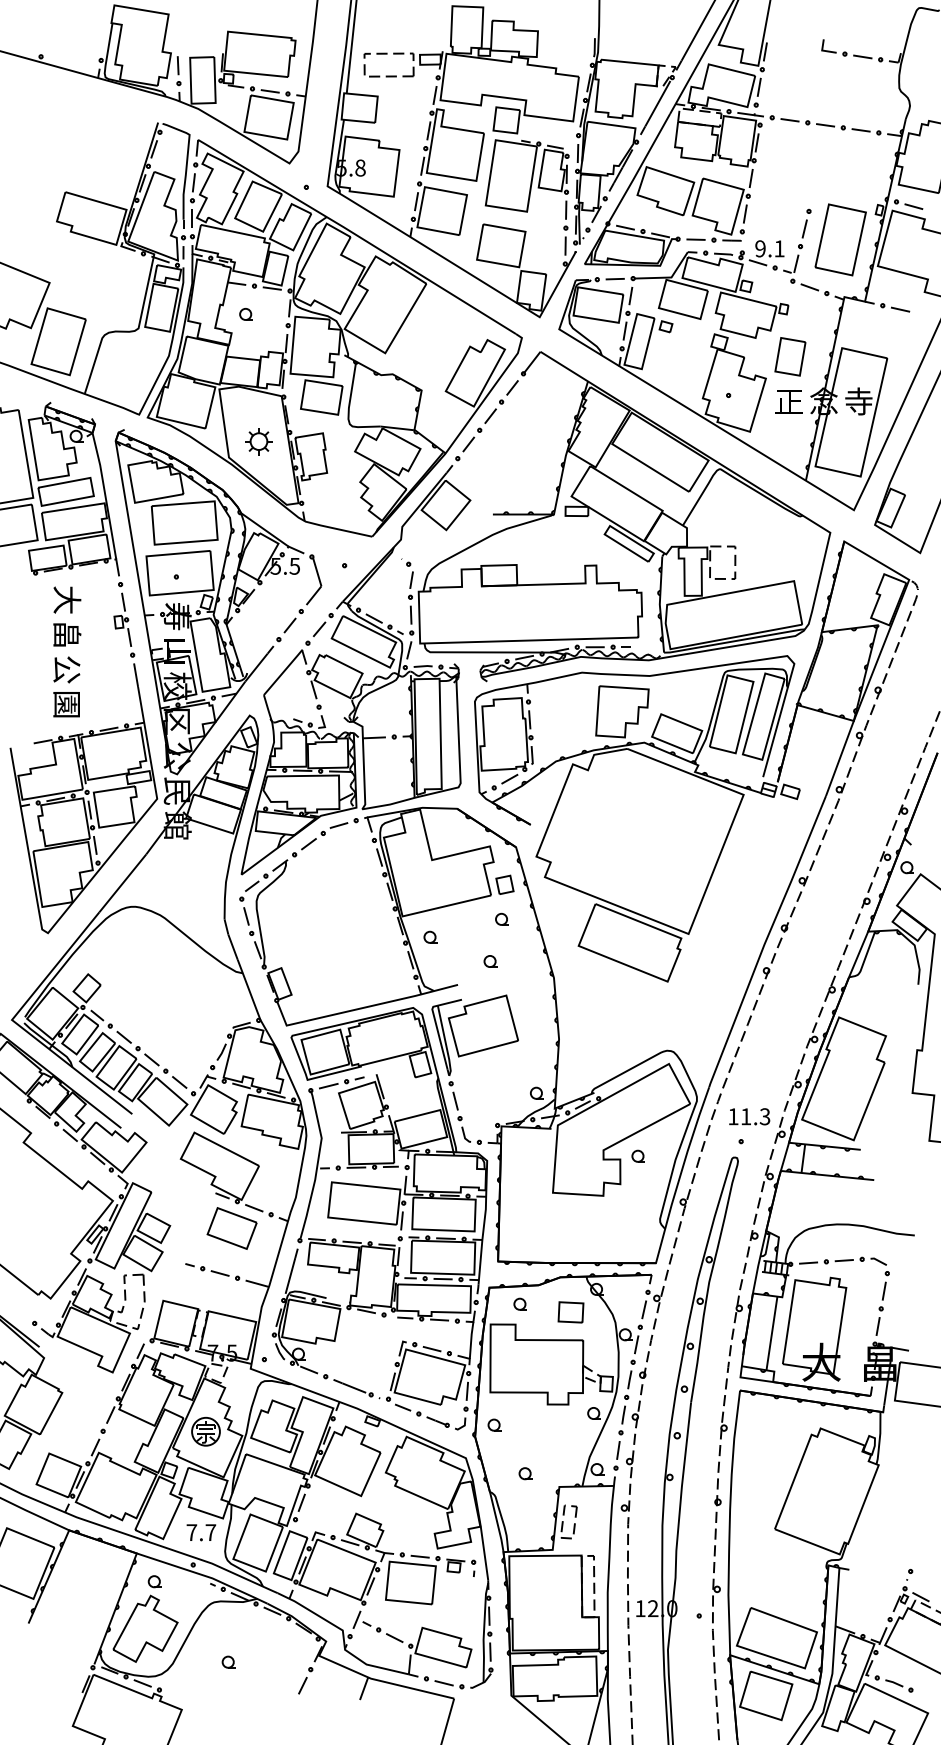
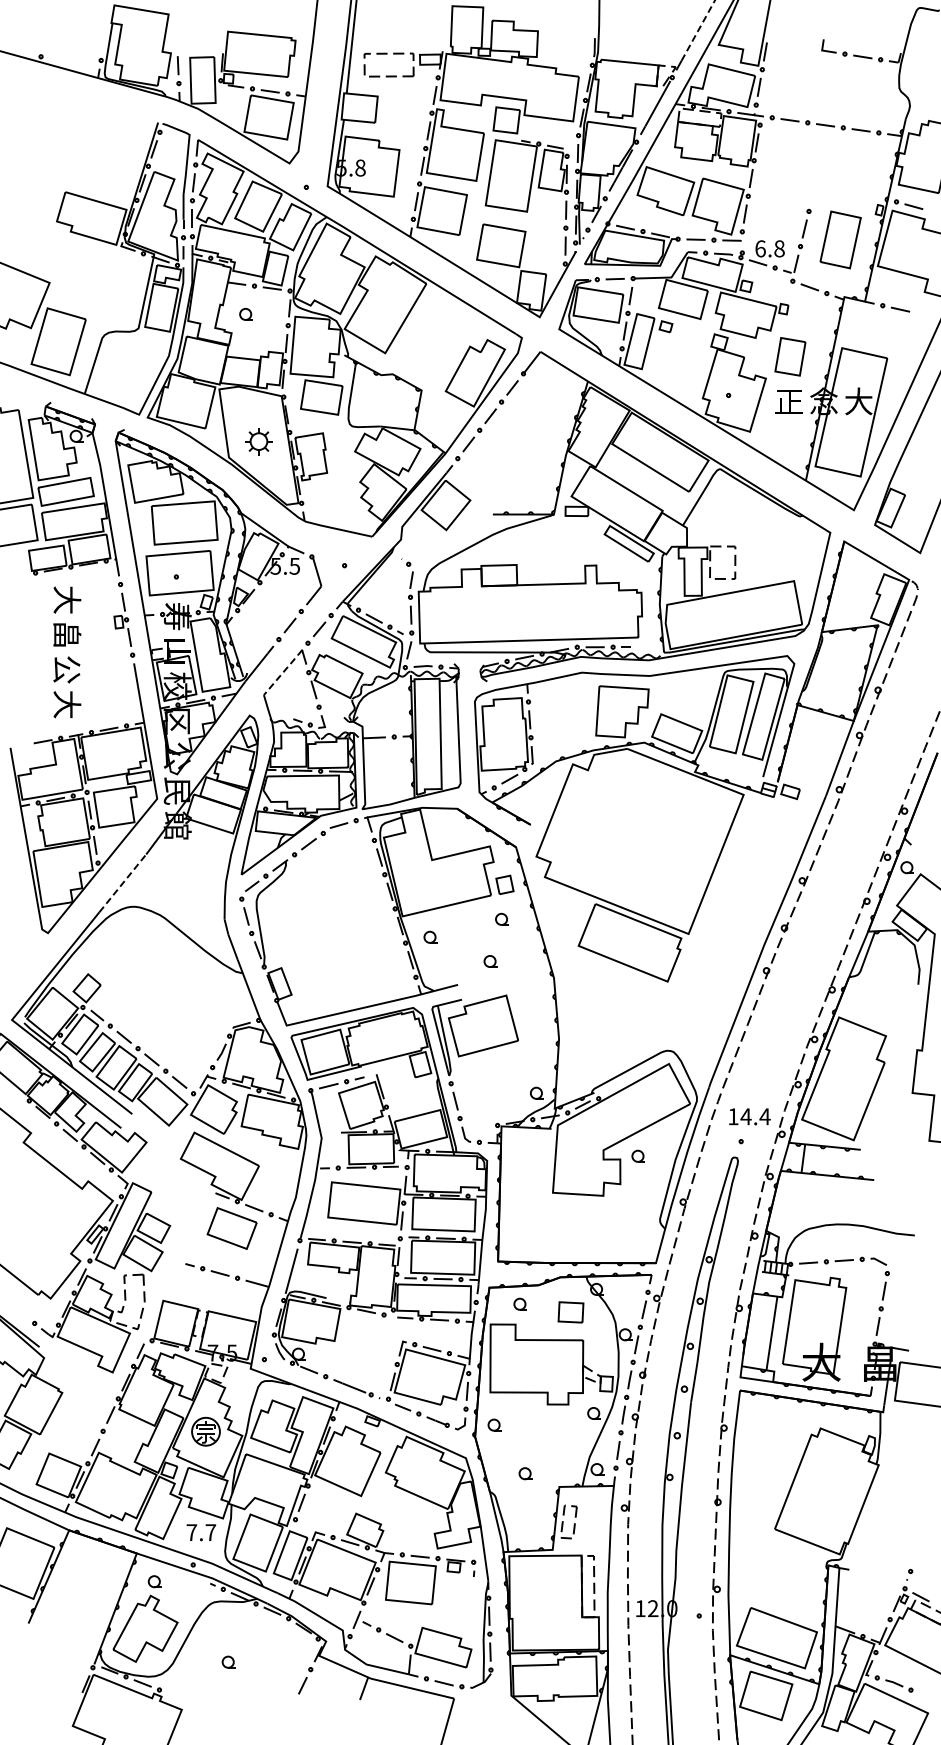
line at (698, 30): solid -> dashed
part at (840, 239) size: 53x74 px -> 43x60 px
text at (769, 248): 9.1 -> 6.8
text at (858, 401): 寺 -> 大
line at (283, 672): solid -> dashed
text at (67, 704): 園 -> 大
line at (123, 882): solid -> dashed
text at (755, 1116): 11.3 -> 14.4
